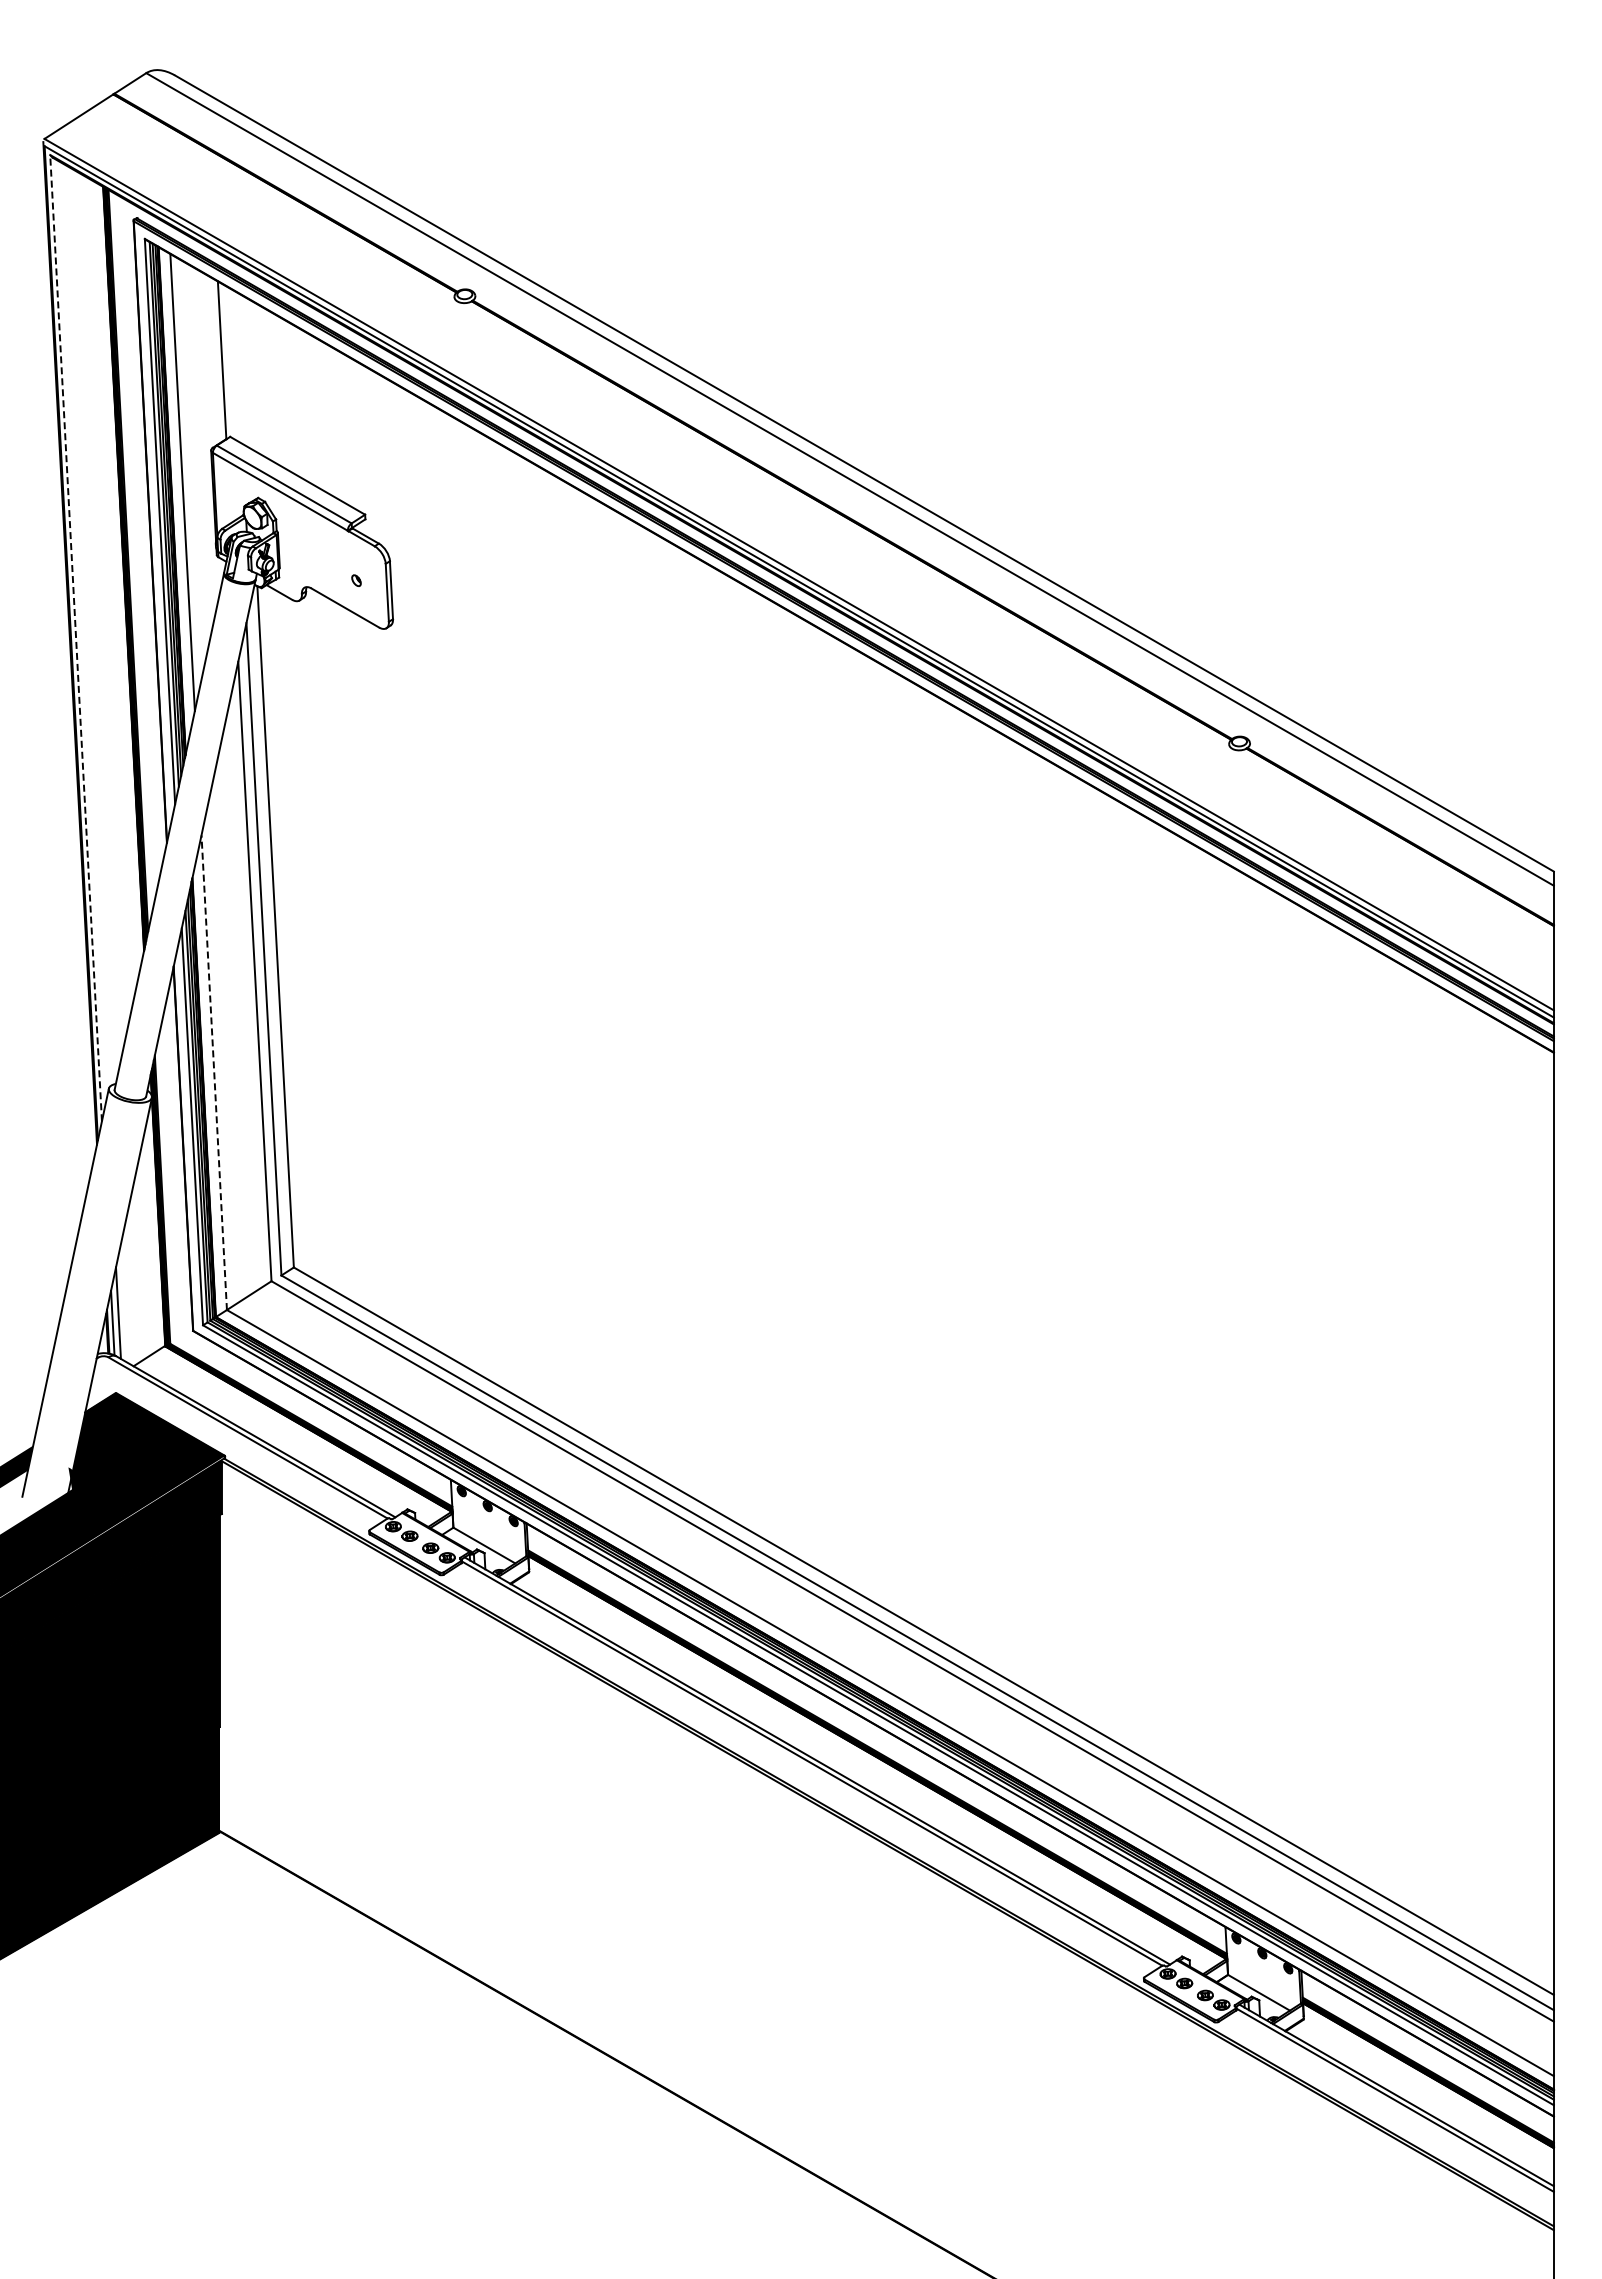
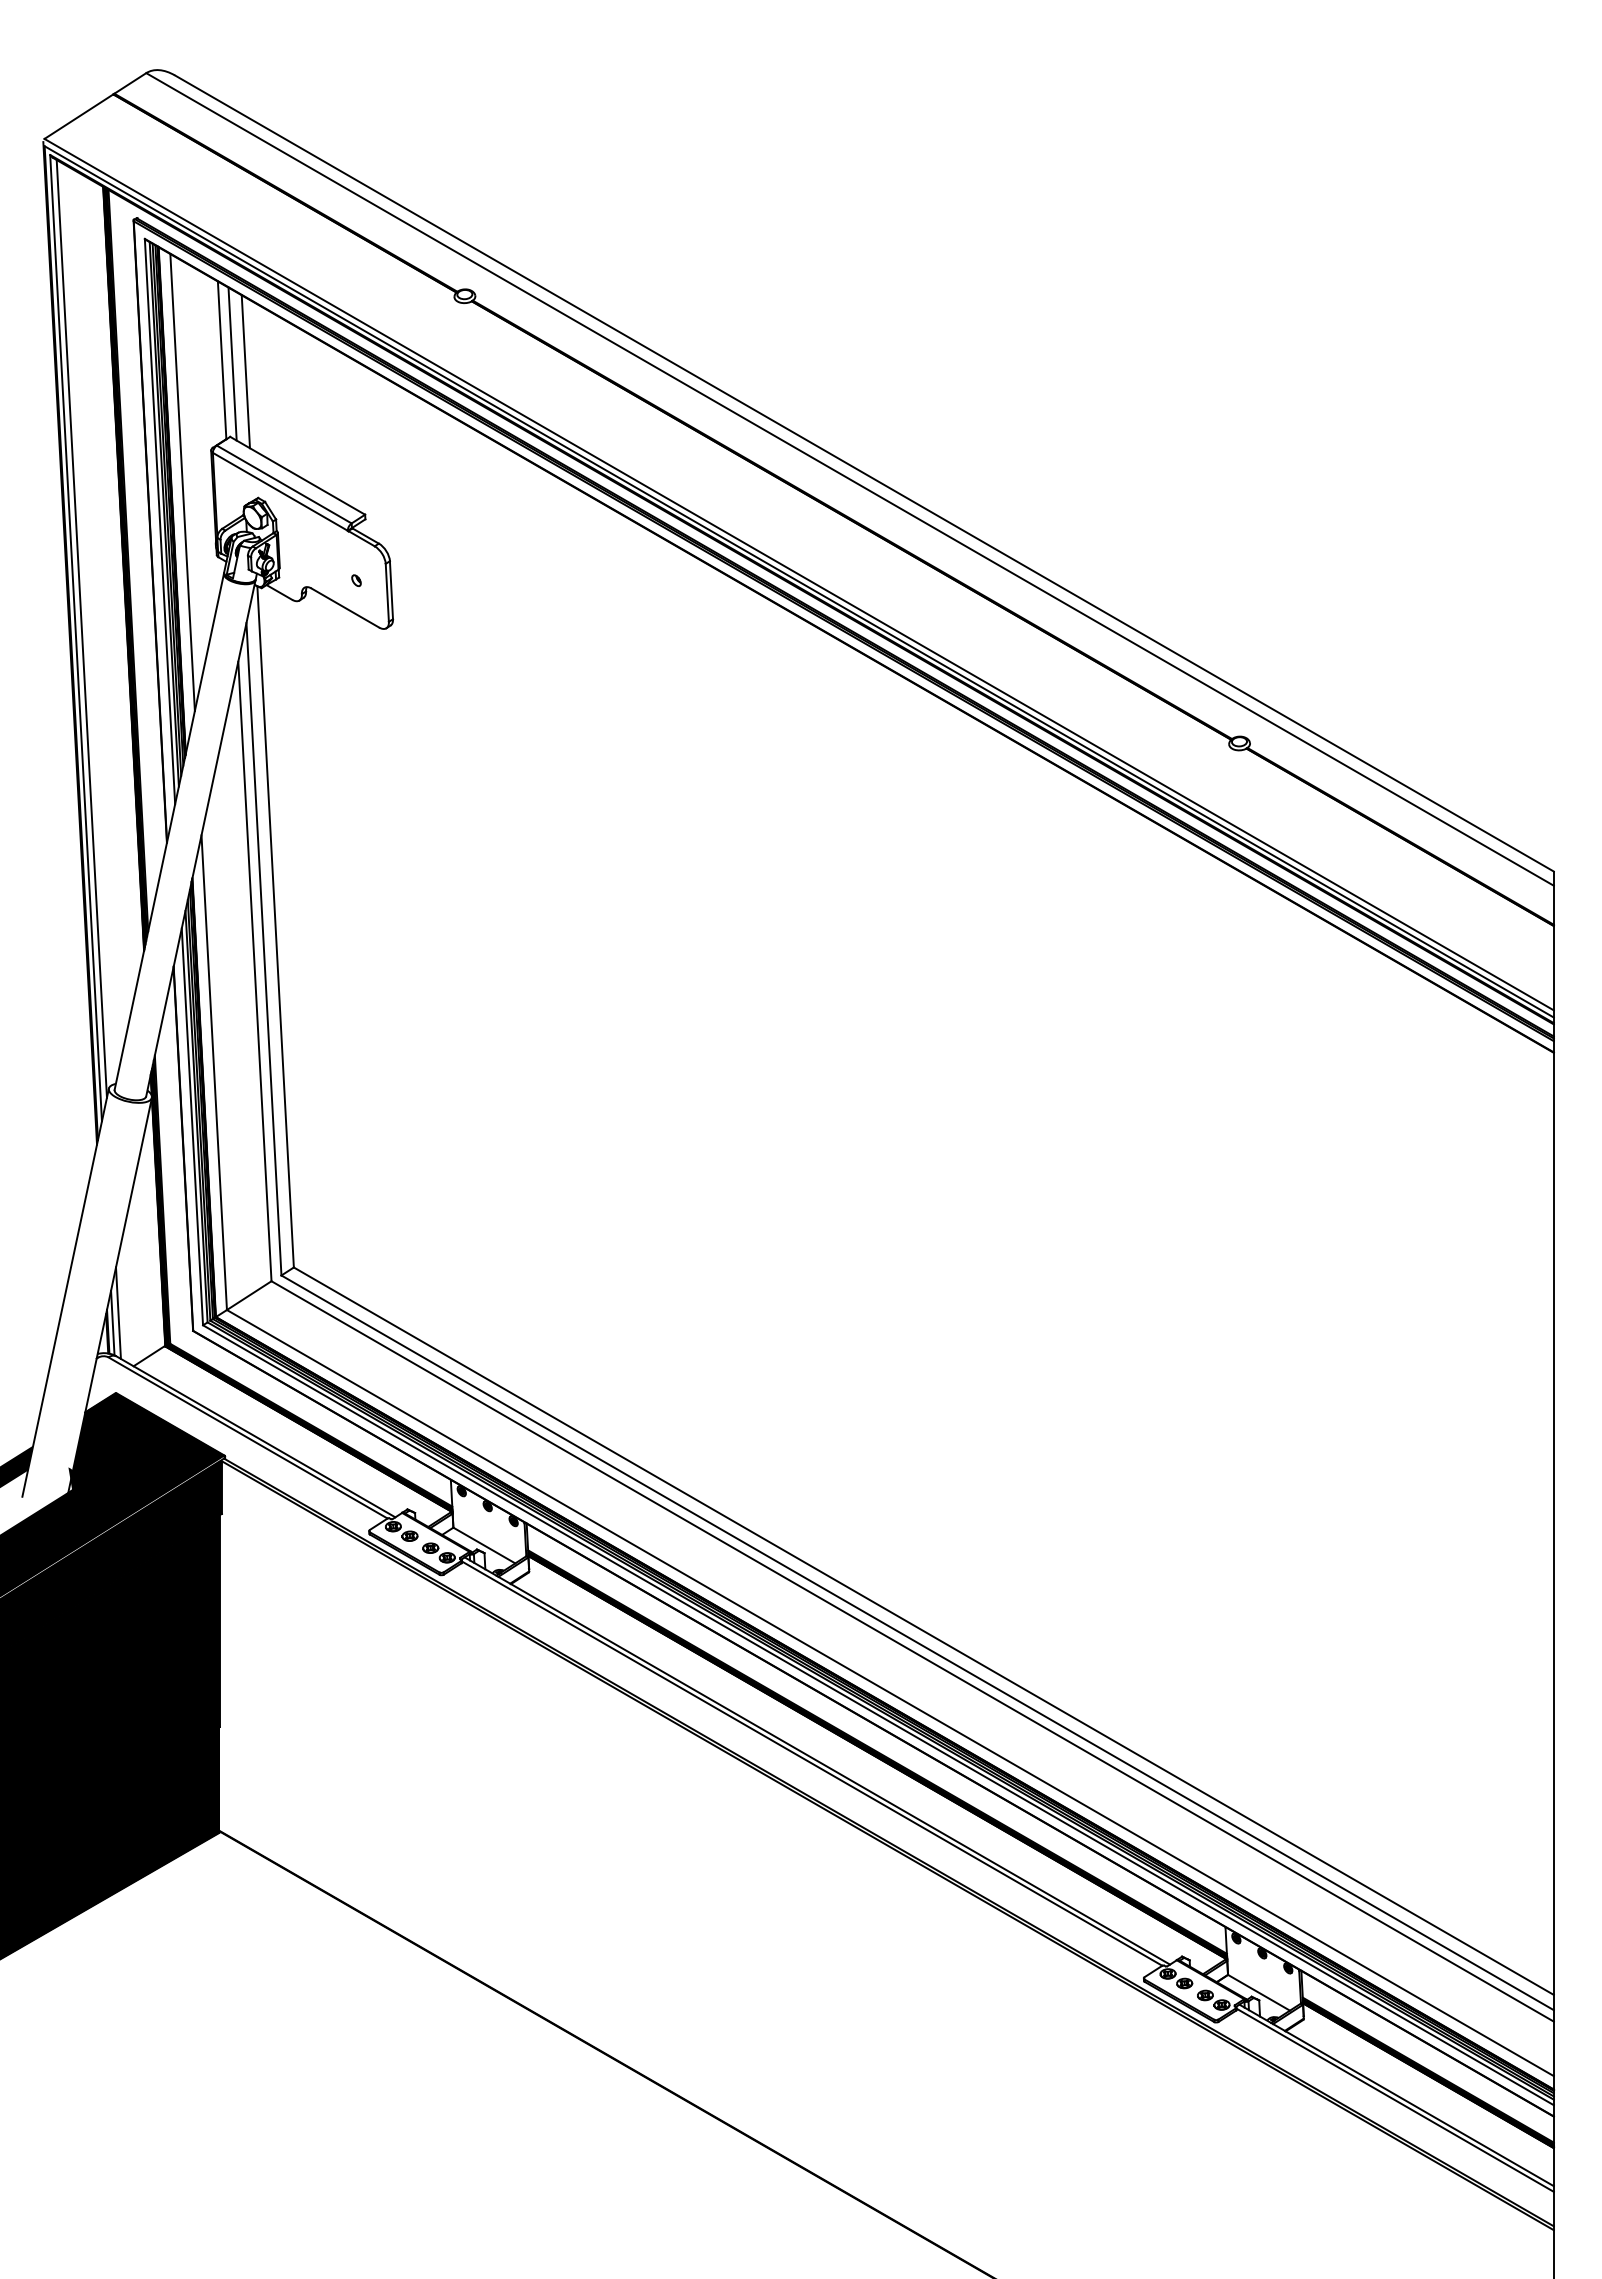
line at (232, 363): none -> present
line at (245, 371): none -> present
line at (81, 628): none -> present
line at (76, 638): dashed -> solid
line at (214, 1072): dashed -> solid
